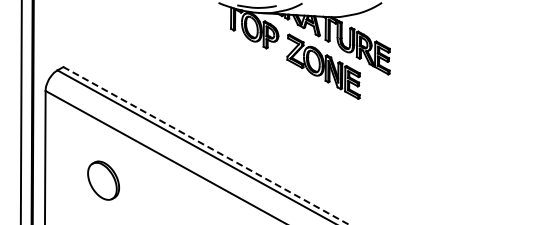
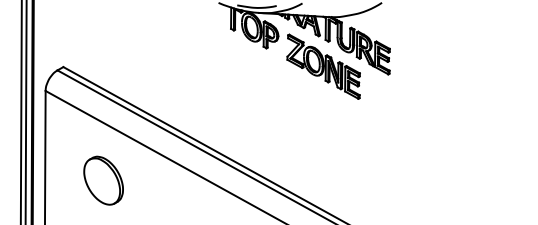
line at (25, 111): none -> present
line at (206, 145): dashed -> solid
part at (103, 180) size: 33x41 px -> 41x51 px
